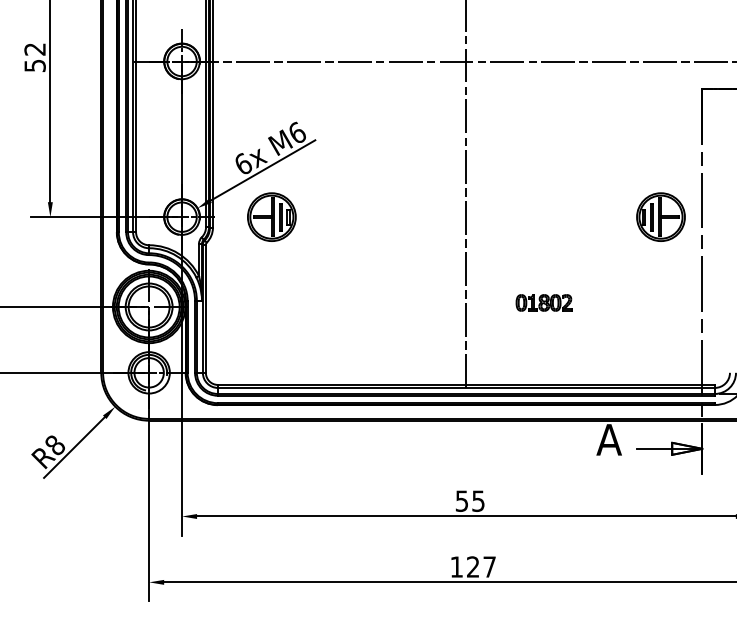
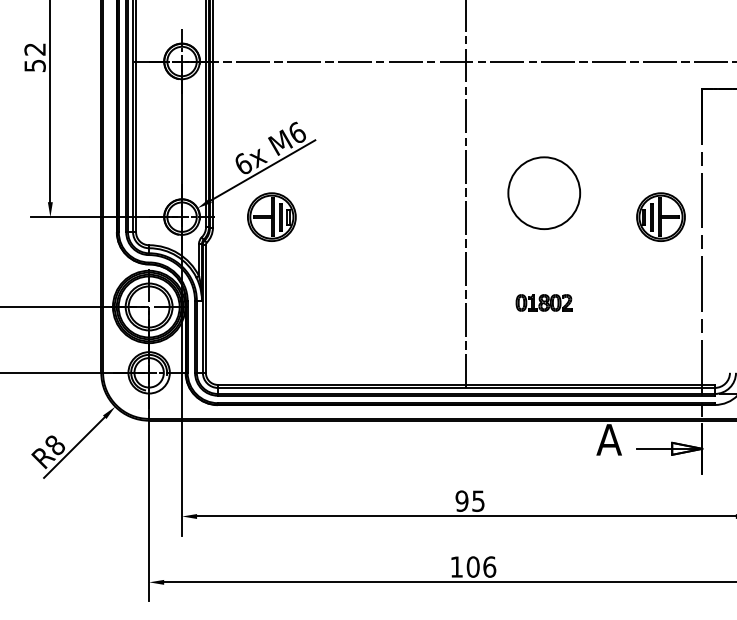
circle at (544, 192): none -> present
text at (461, 500): 55 -> 95
text at (481, 566): 127 -> 106
